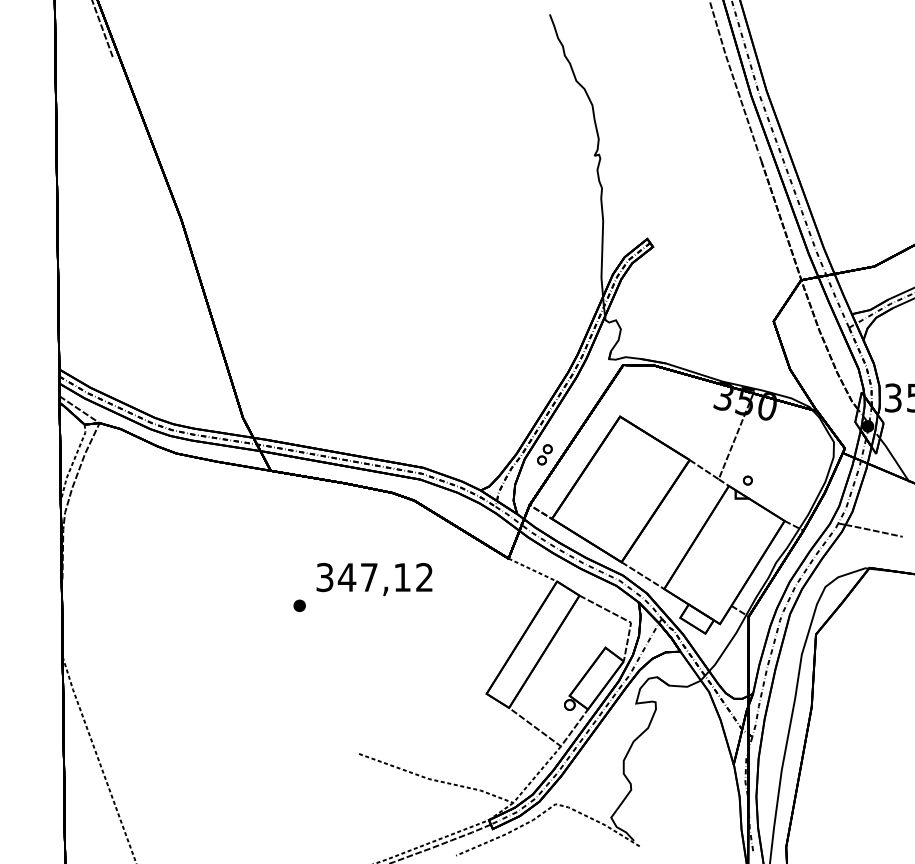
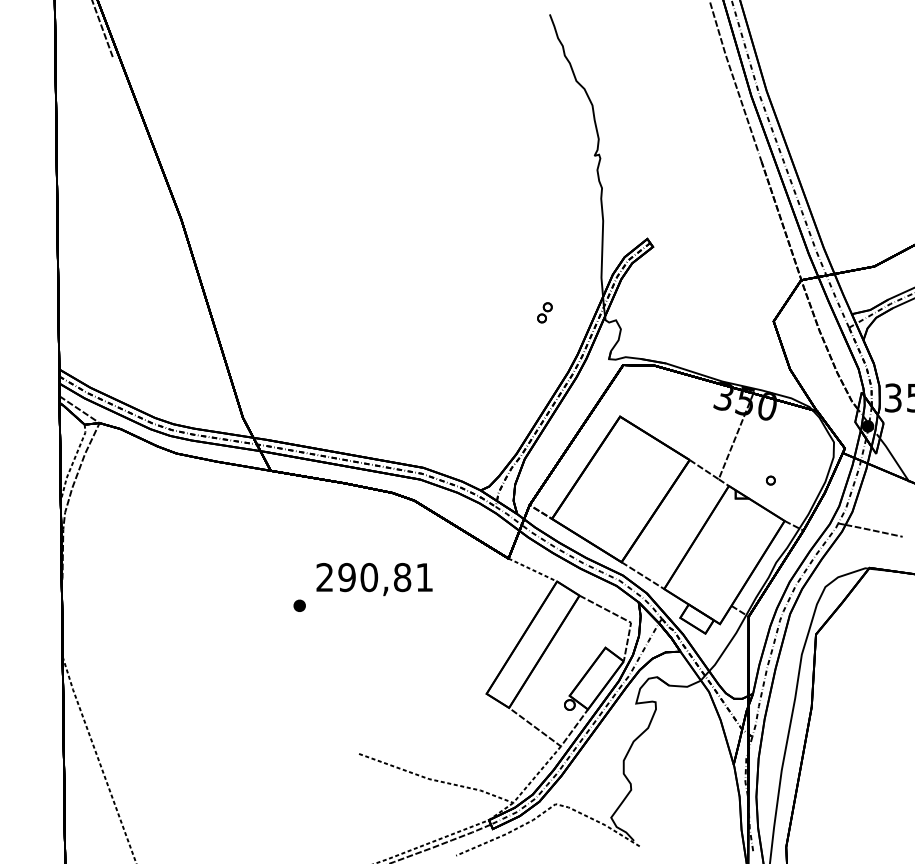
part at (544, 454) position: (544, 454) -> (544, 312)
part at (747, 480) position: (747, 480) -> (770, 480)
text at (374, 577): 347,12 -> 290,81
